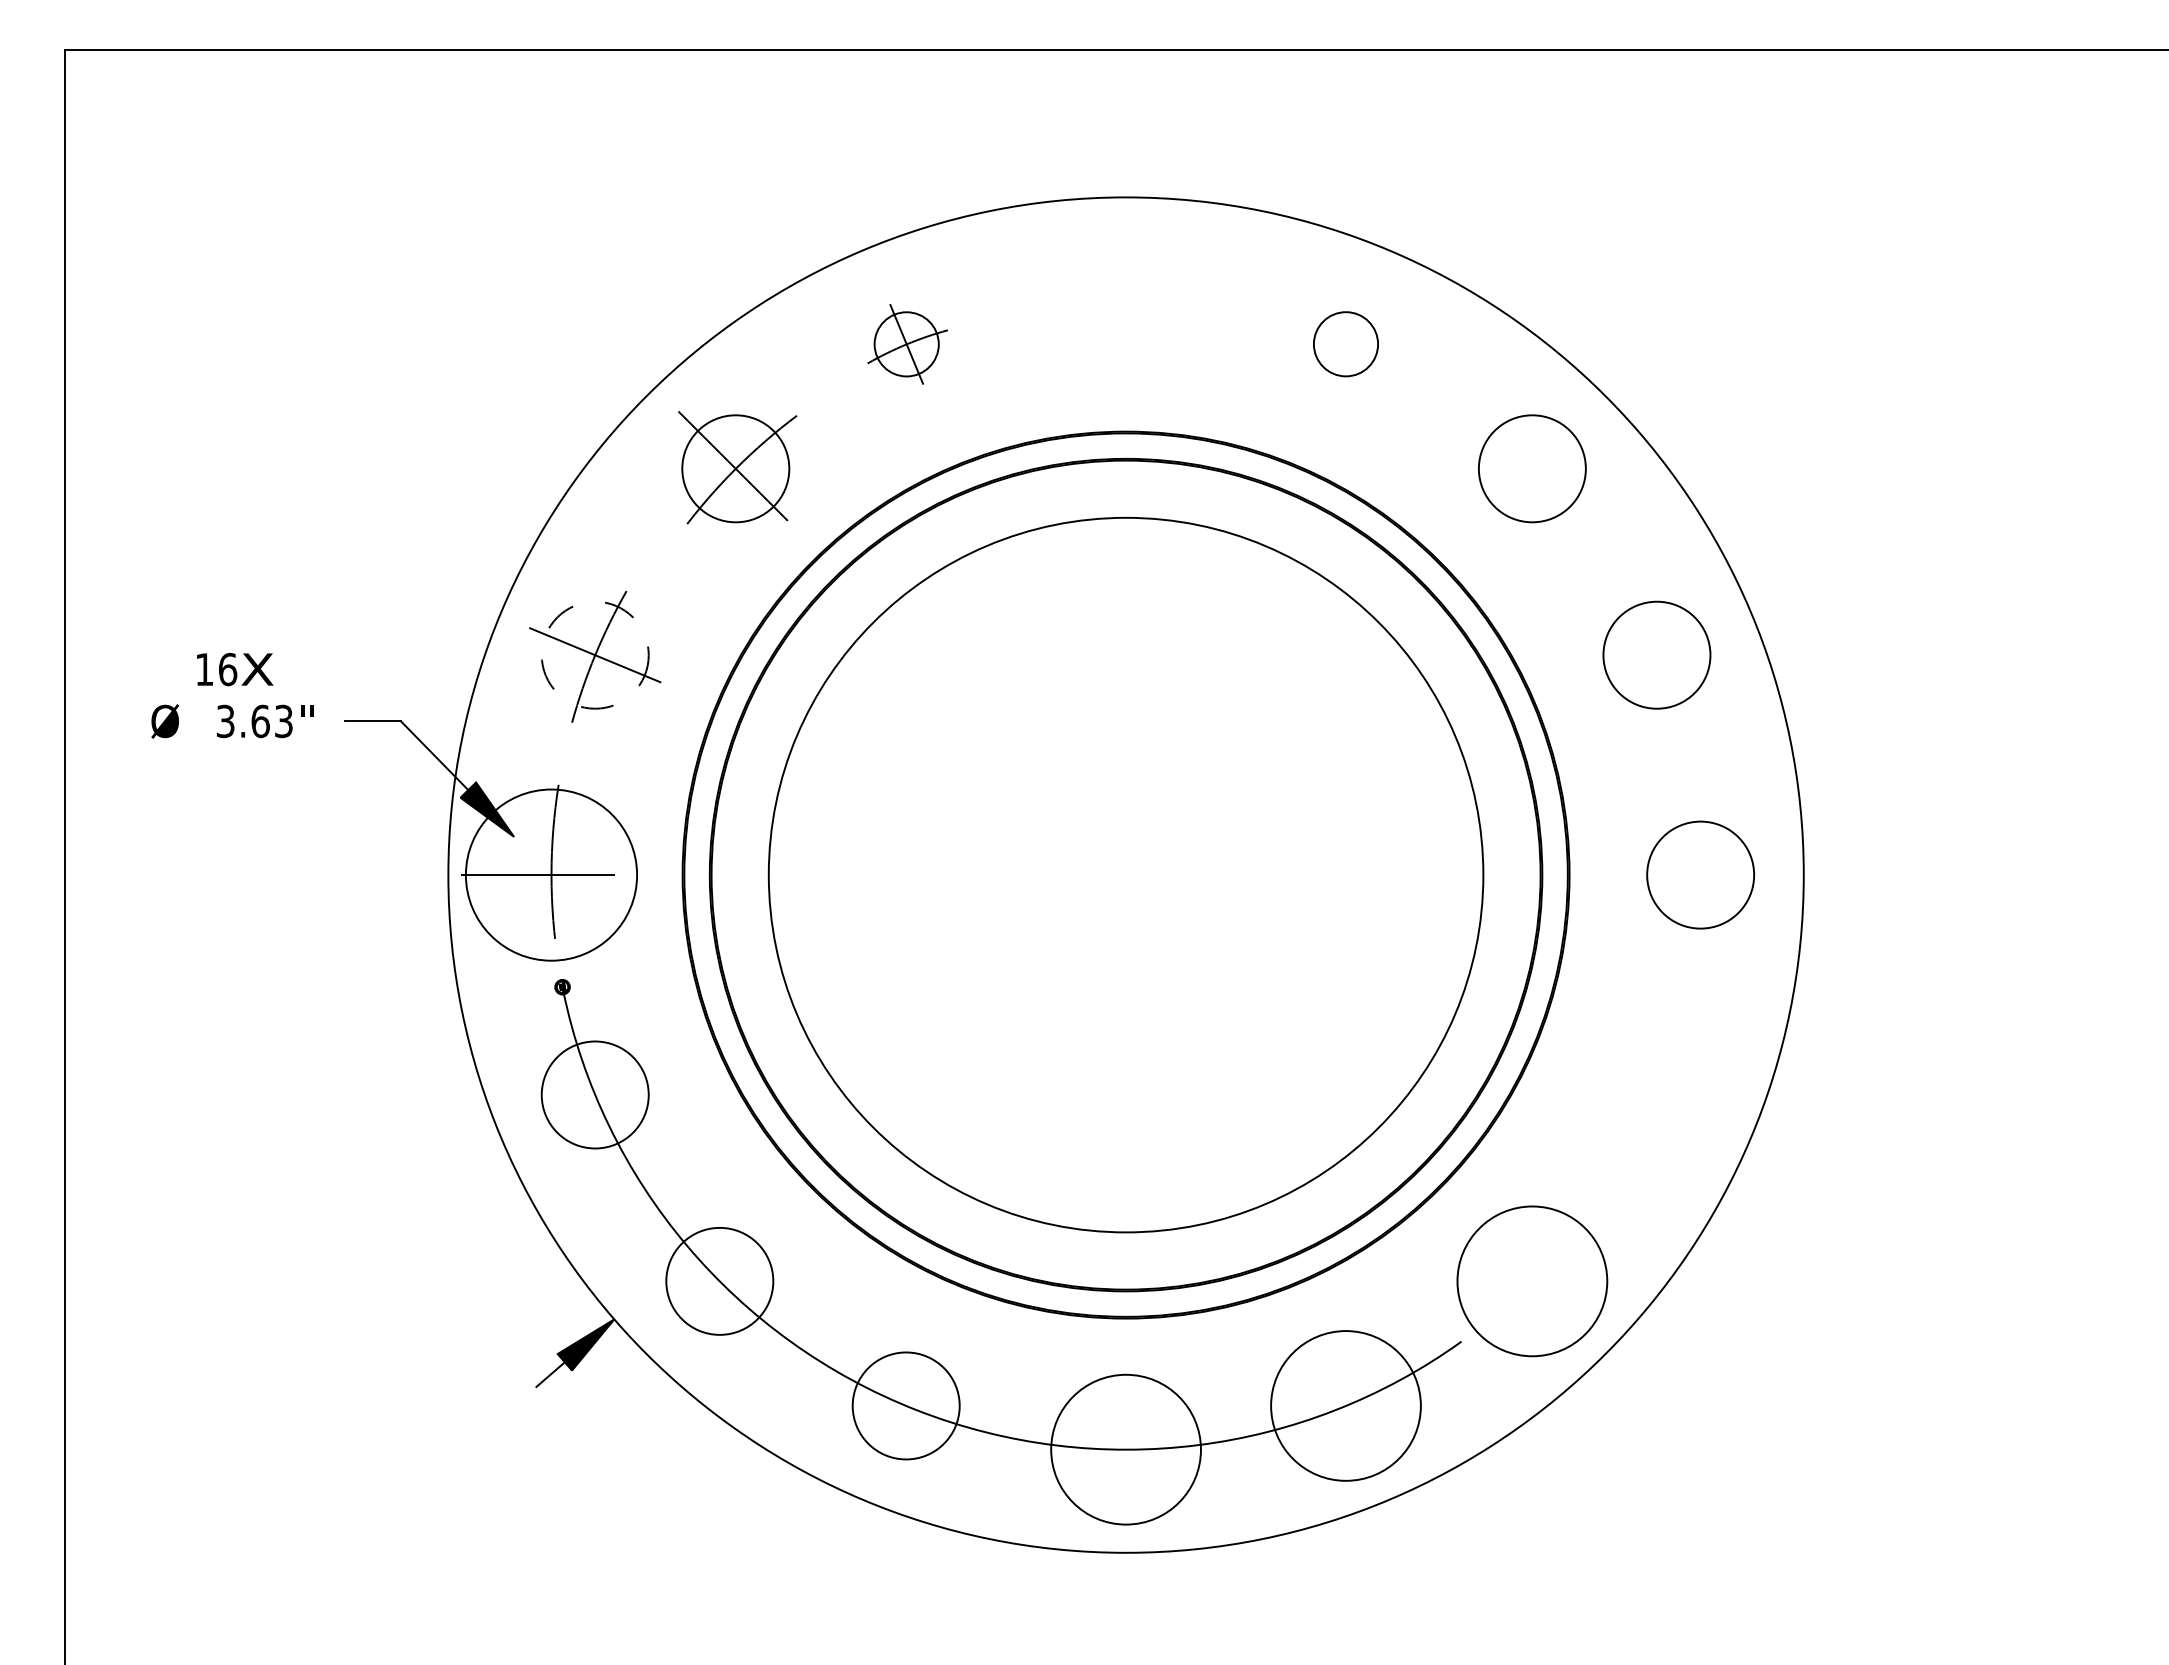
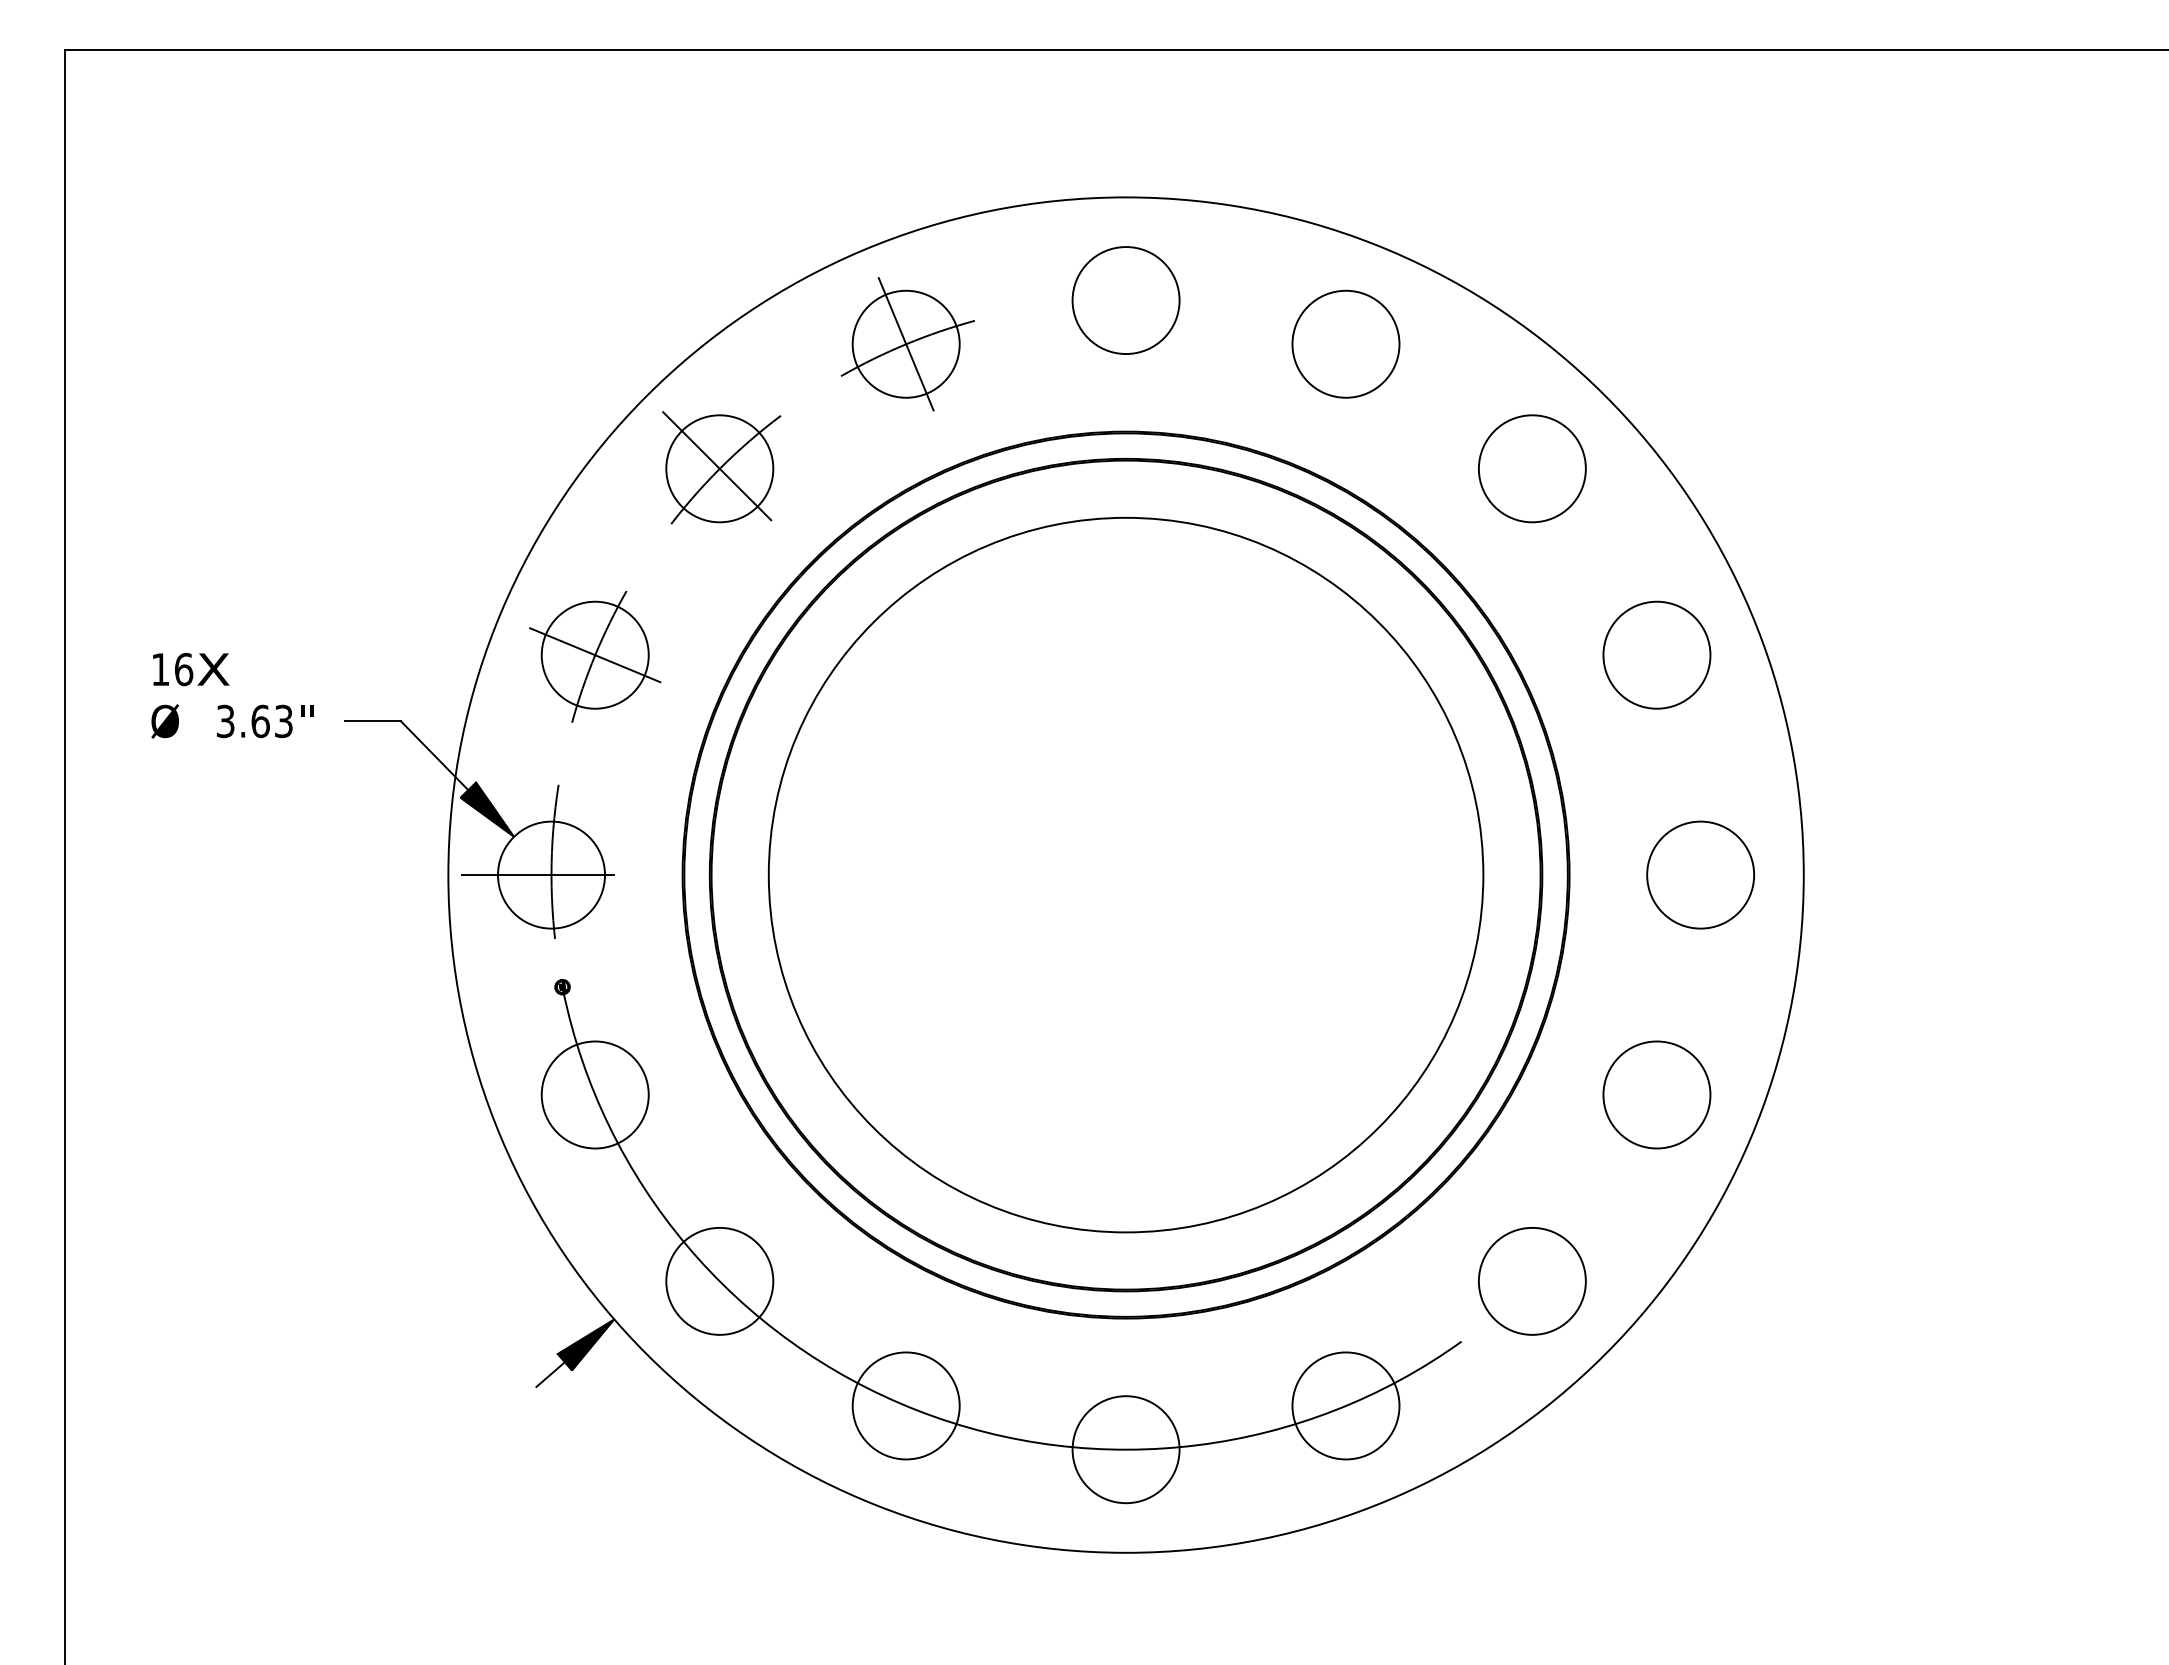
circle at (1125, 300): none -> present
part at (907, 344) size: 81x81 px -> 135x135 px
circle at (1345, 344) diameter: 64 px -> 107 px
part at (737, 467) position: (737, 467) -> (721, 467)
circle at (594, 654): dashed -> solid
text at (235, 669) position: (235, 669) -> (191, 669)
circle at (551, 874) diameter: 171 px -> 107 px
circle at (1656, 1094): none -> present
circle at (1532, 1281) diameter: 150 px -> 107 px
circle at (1345, 1405) diameter: 150 px -> 107 px
circle at (1125, 1449) diameter: 150 px -> 107 px
